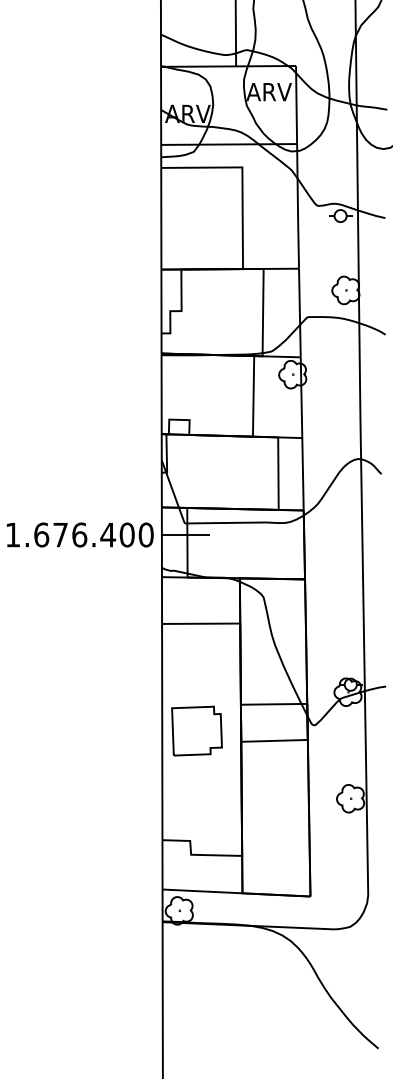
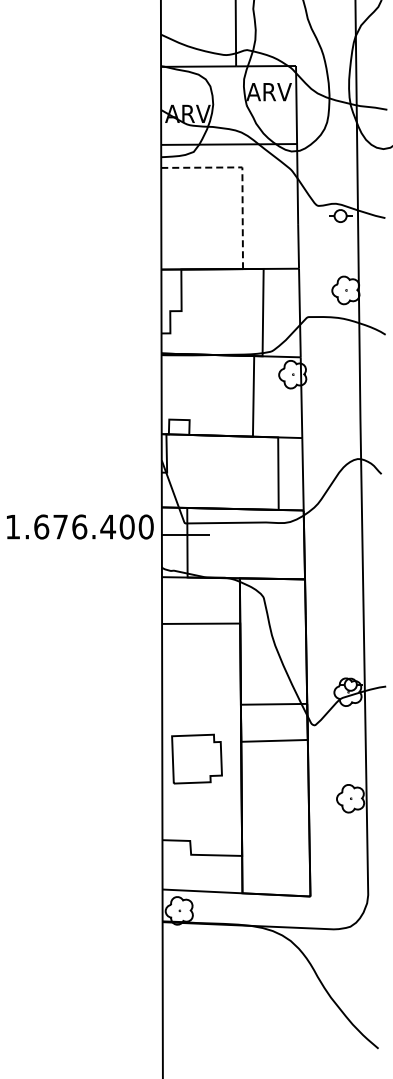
line at (242, 177): solid -> dashed
text at (80, 534) position: (80, 534) -> (80, 526)
part at (196, 730) position: (196, 730) -> (196, 758)
